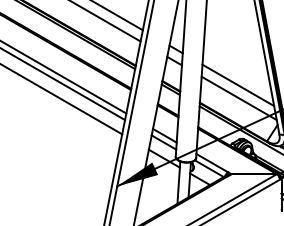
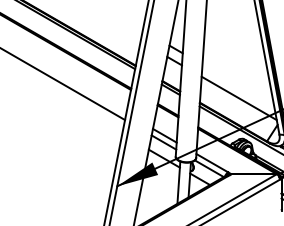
line at (118, 16): present -> none
line at (106, 21): present -> none
line at (64, 77): present -> none
line at (238, 85): present -> none
line at (62, 99): present -> none
